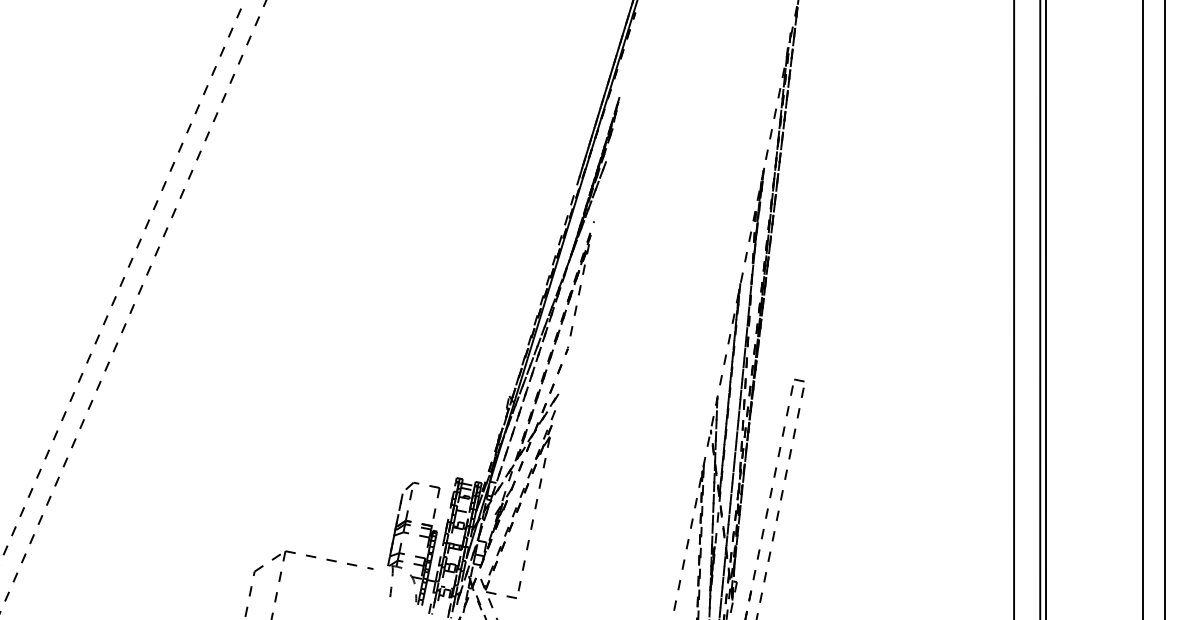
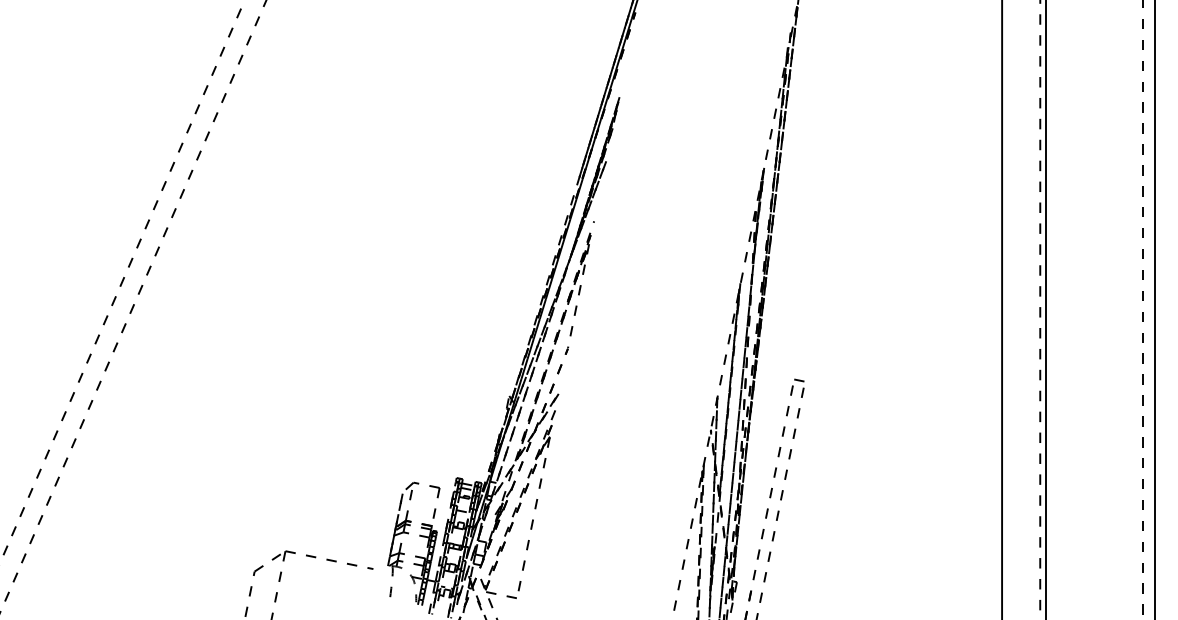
line at (1014, 309) position: (1014, 309) -> (1002, 309)
line at (1040, 309): solid -> dashed
line at (1164, 309) position: (1164, 309) -> (1154, 309)
line at (1142, 310): solid -> dashed
